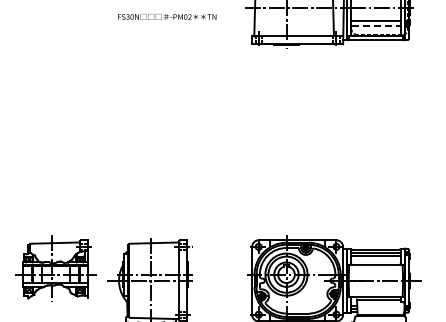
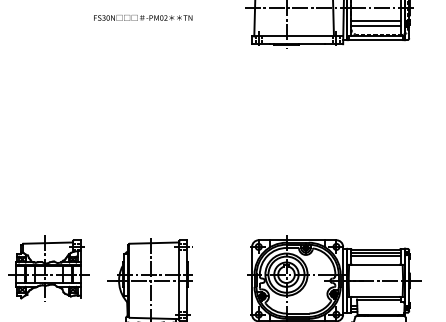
text at (167, 16) position: (167, 16) -> (143, 17)
line at (376, 25): dashed -> solid
part at (55, 268) position: (55, 268) -> (48, 268)
